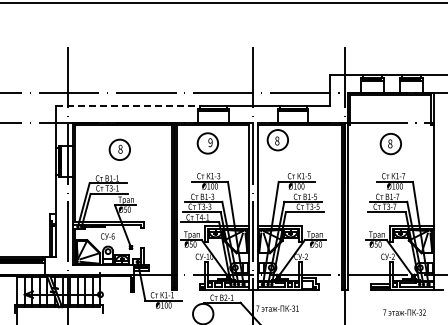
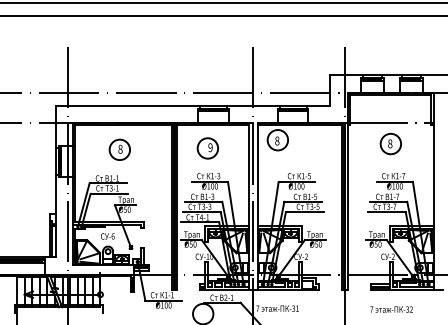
line at (223, 16): none -> present
line at (128, 105): dashed -> solid
part at (207, 143) position: (207, 143) -> (207, 148)
text at (404, 312) position: (404, 312) -> (391, 309)
